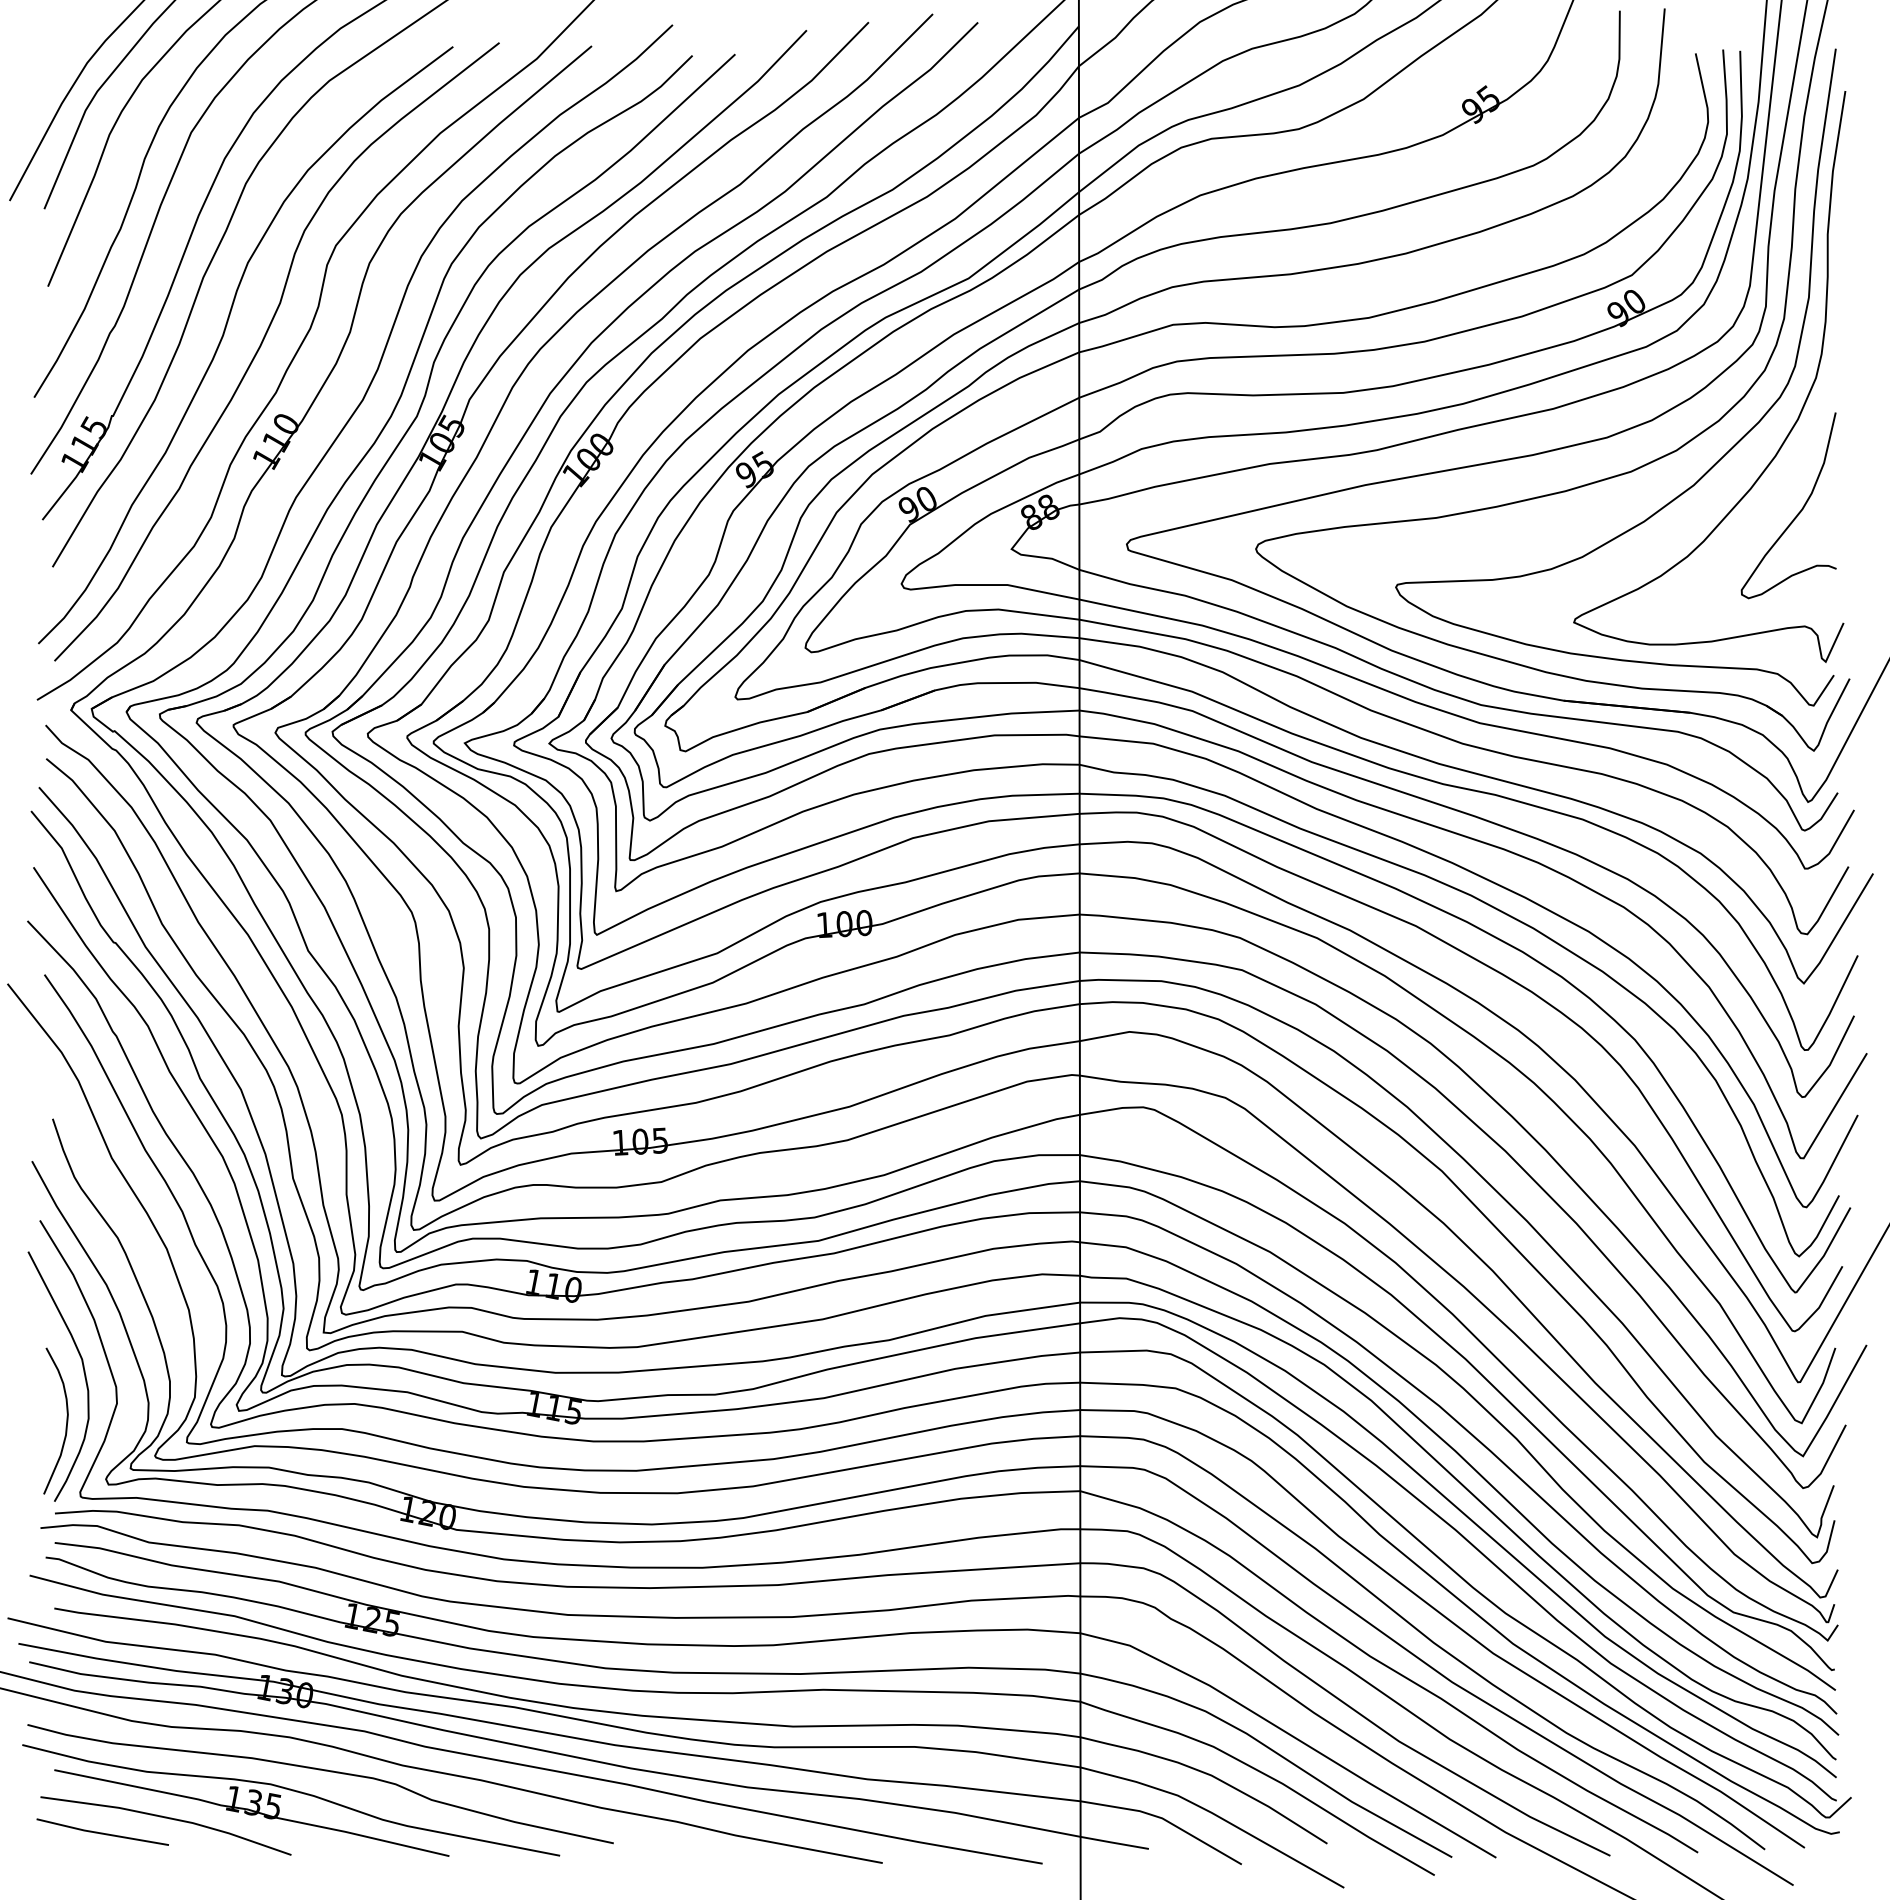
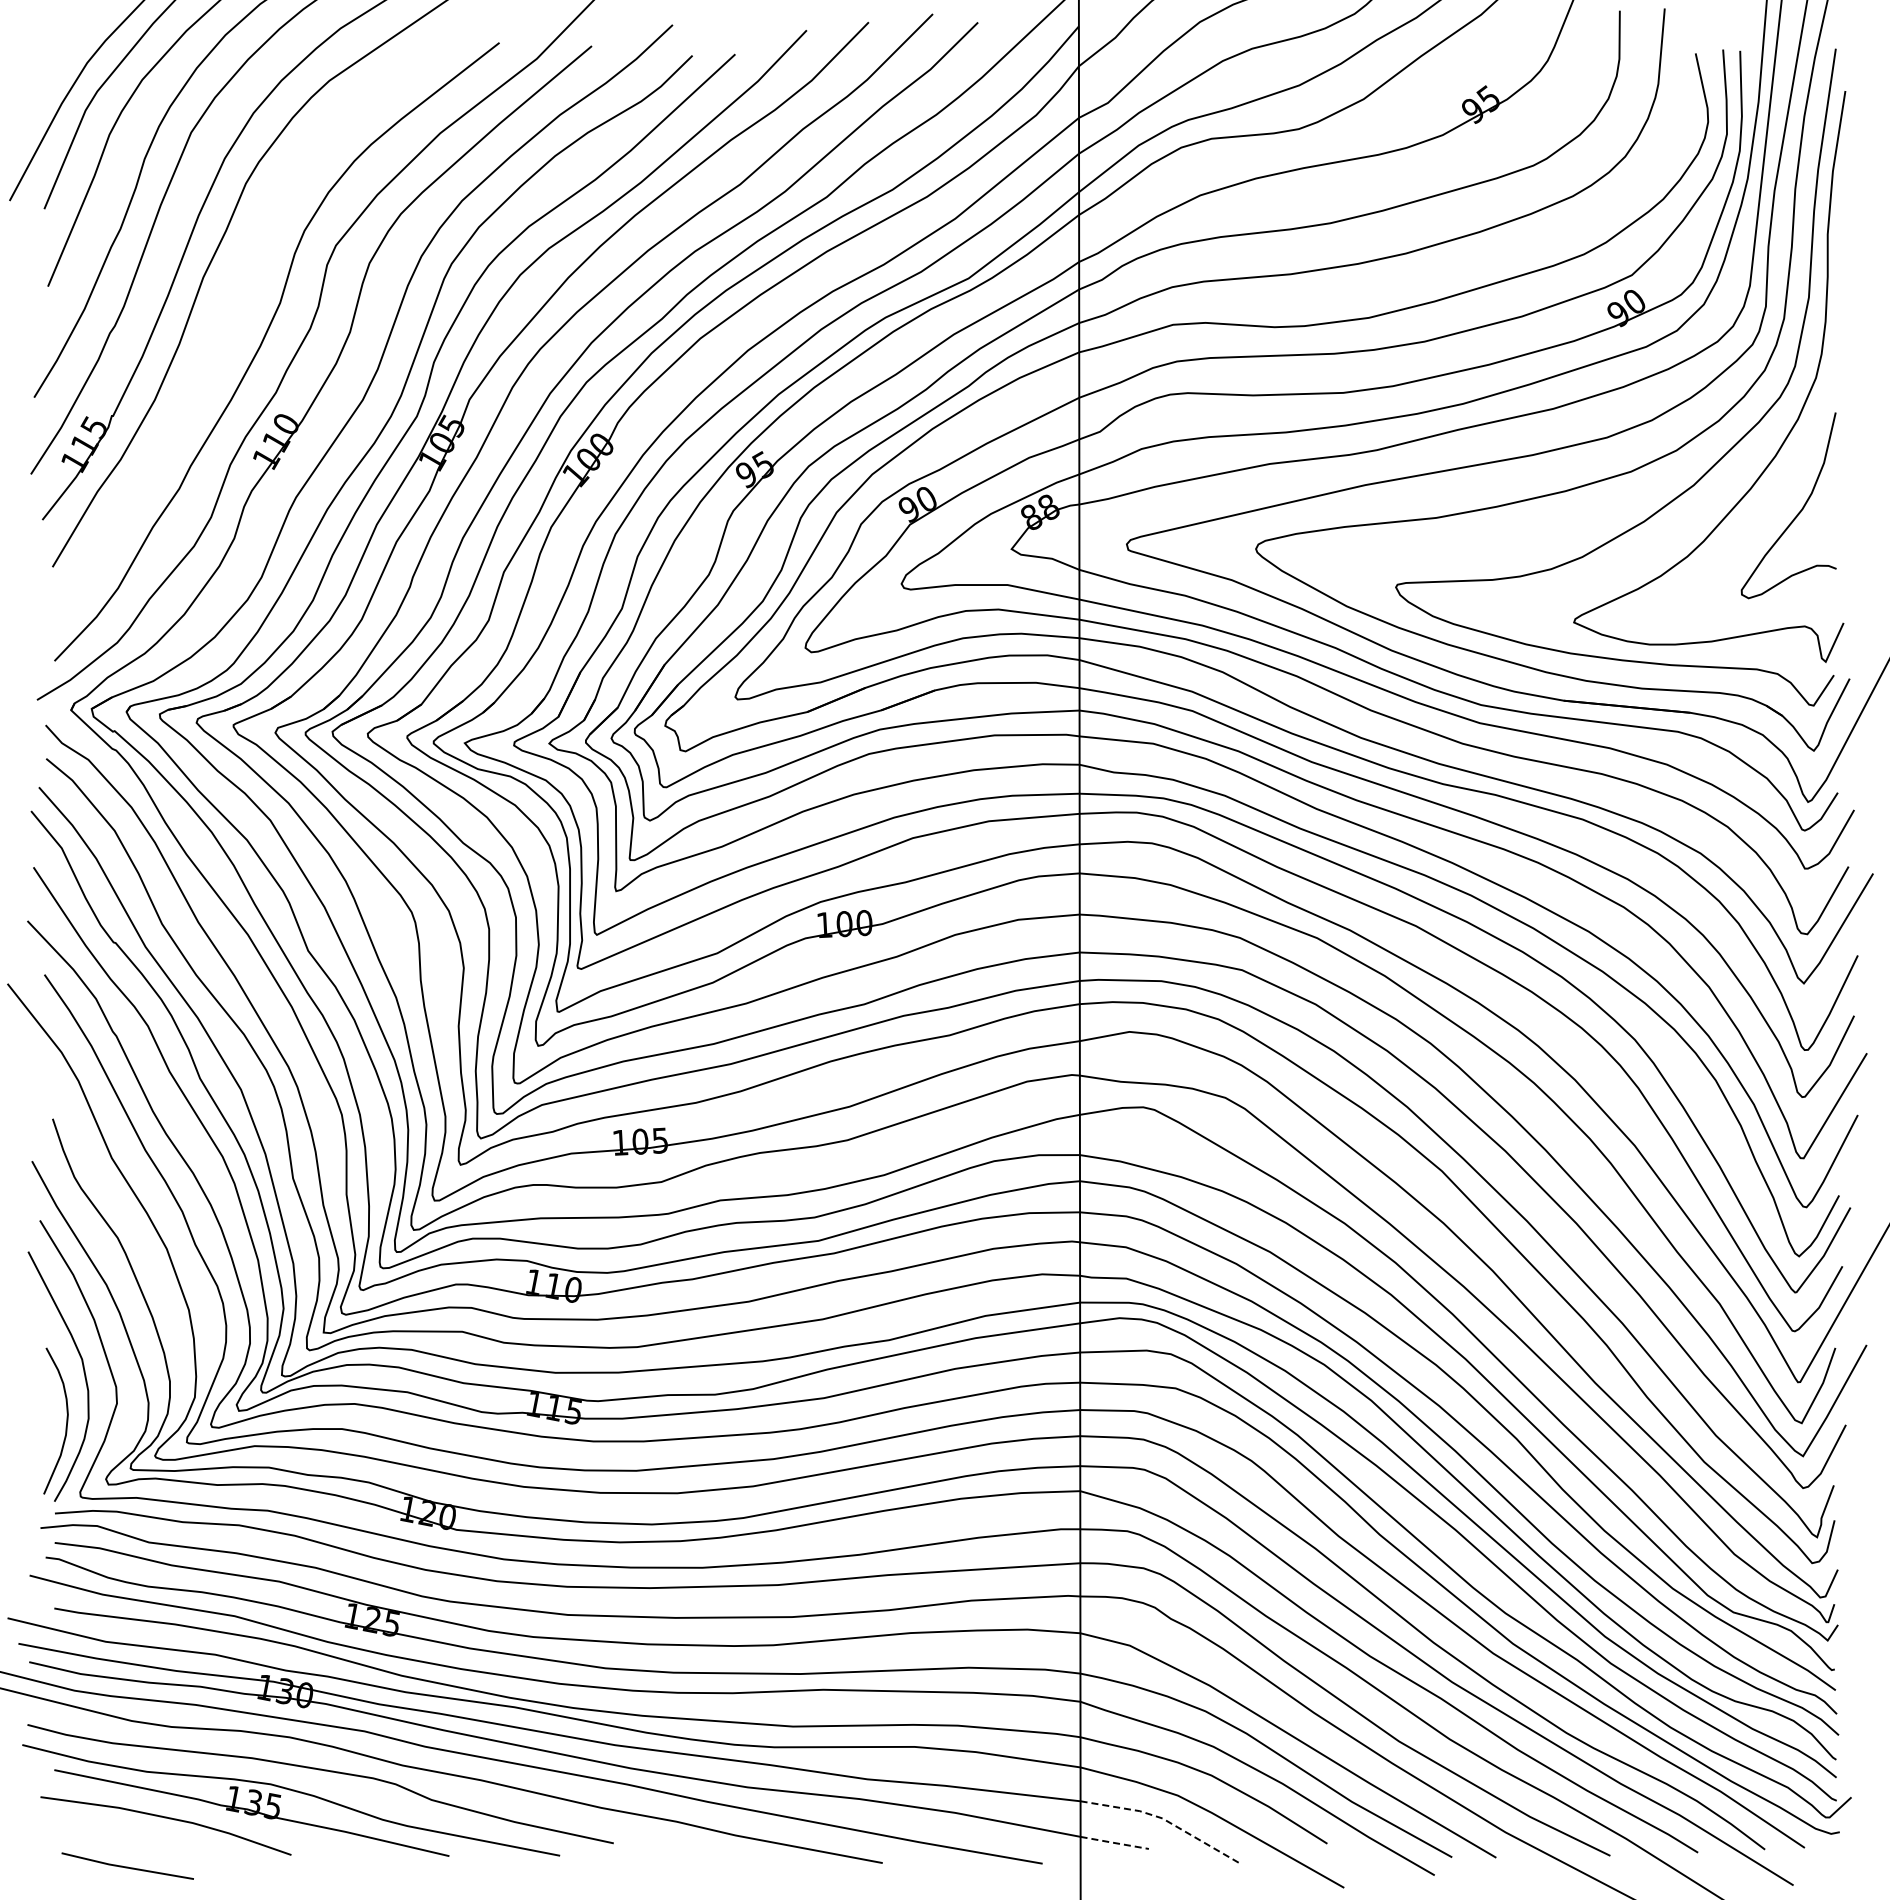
curve at (223, 337): present -> none
line at (1164, 1819): solid -> dashed
line at (102, 1832) position: (102, 1832) -> (127, 1866)
line at (1114, 1843): solid -> dashed
